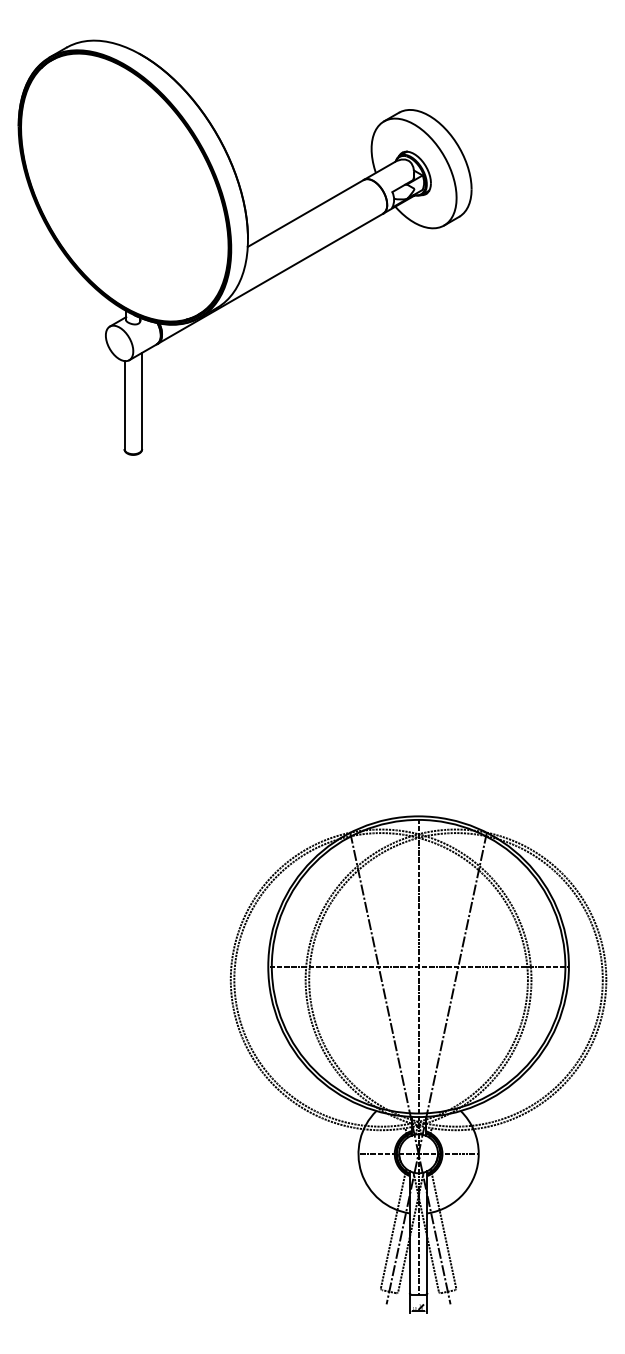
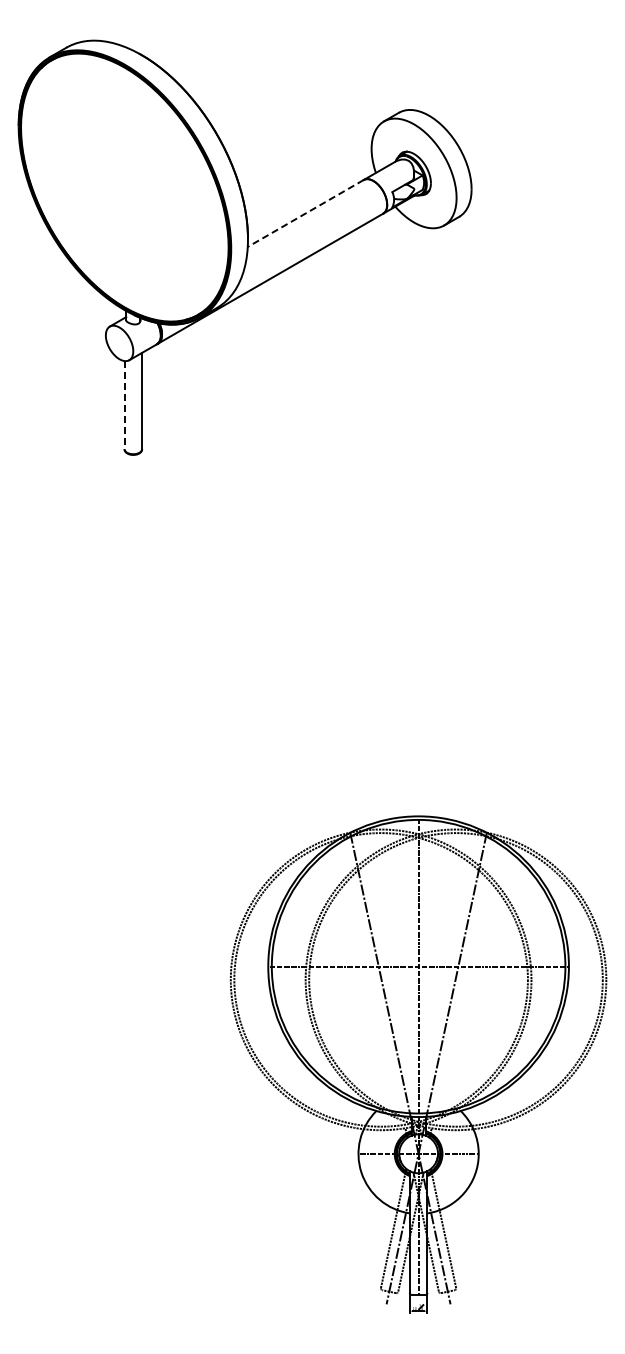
line at (305, 213): solid -> dashed
line at (124, 405): solid -> dashed
